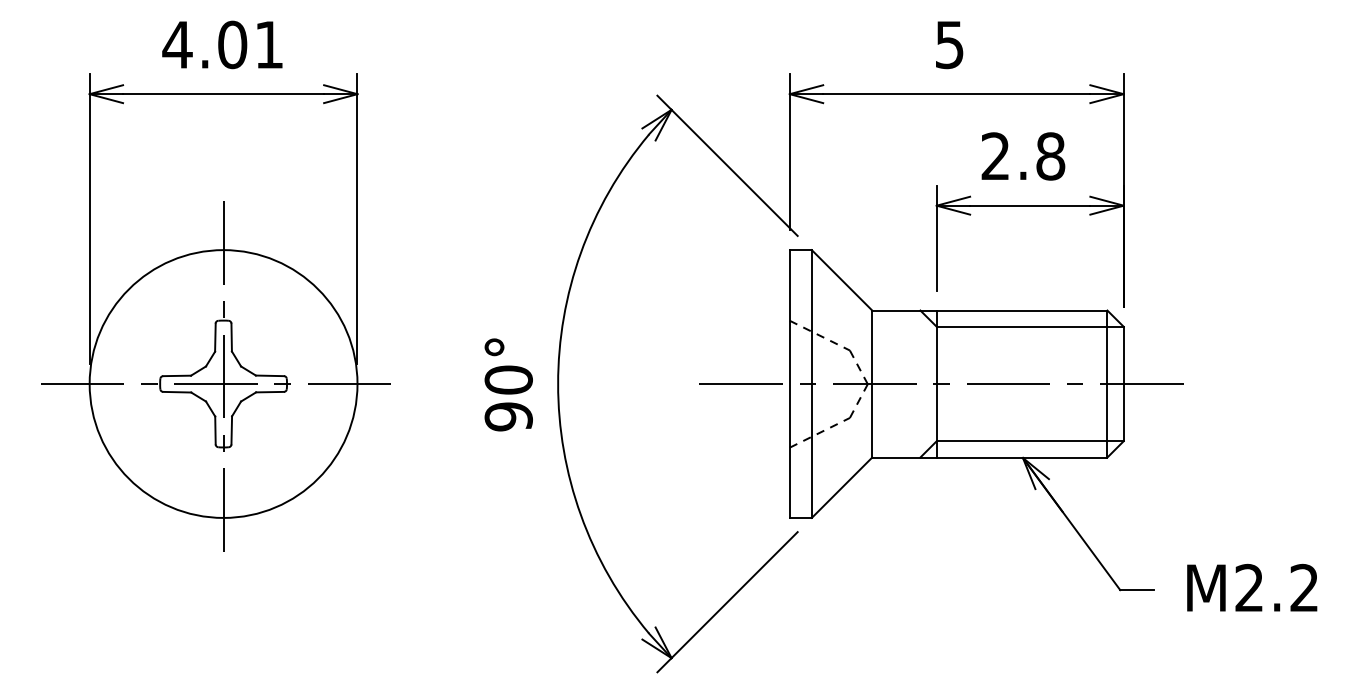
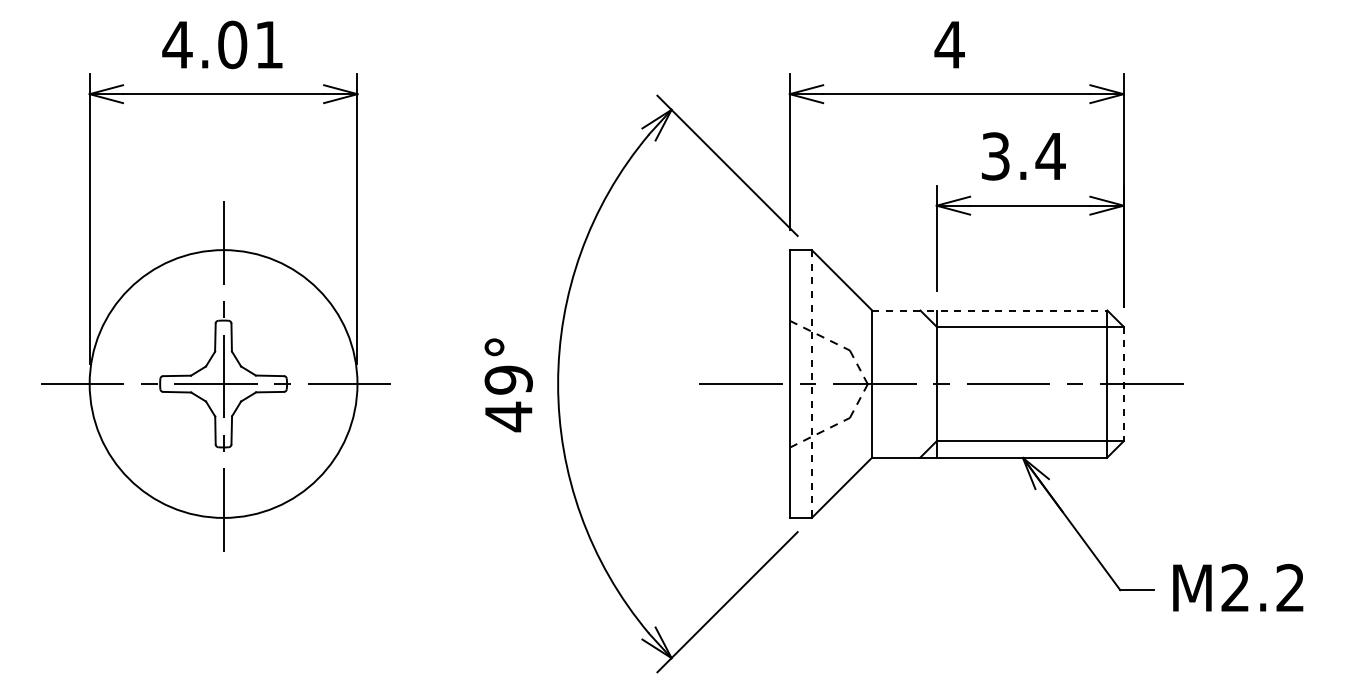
text at (949, 45): 5 -> 4
text at (1023, 156): 2.8 -> 3.4
line at (989, 310): solid -> dashed
line at (811, 384): solid -> dashed
line at (1123, 384): solid -> dashed
text at (508, 398): 90° -> 49°
text at (1252, 587) position: (1252, 587) -> (1238, 587)
